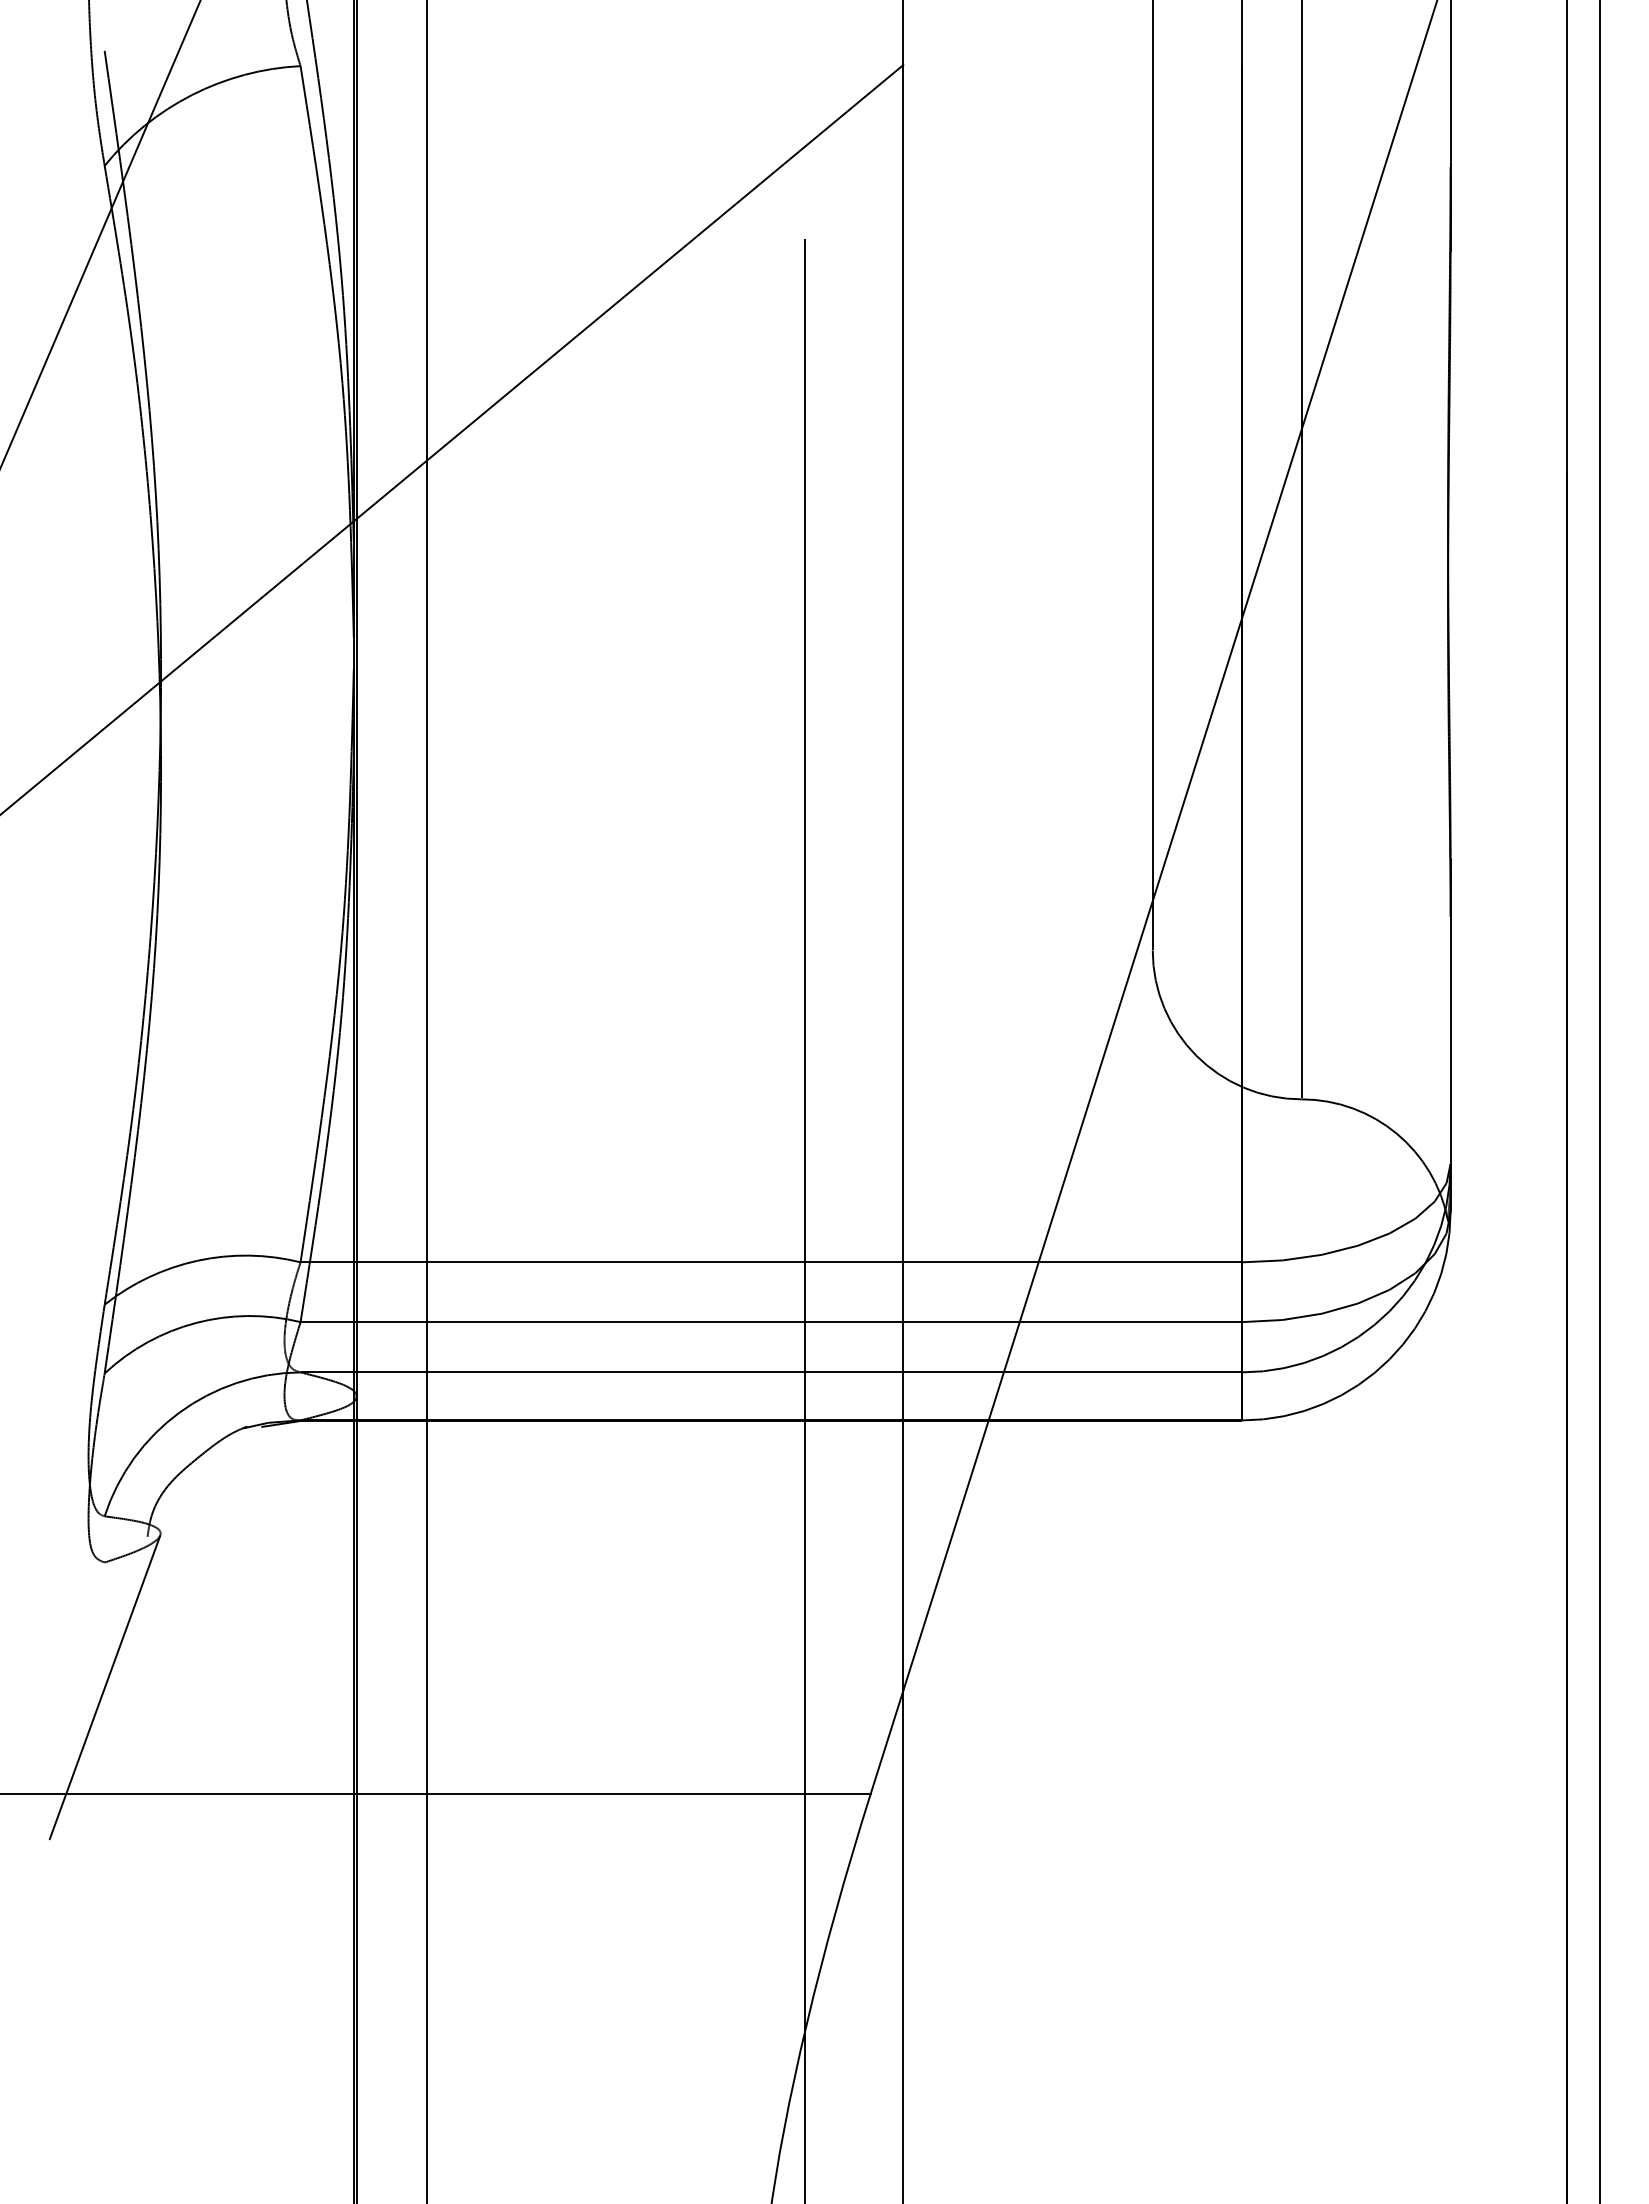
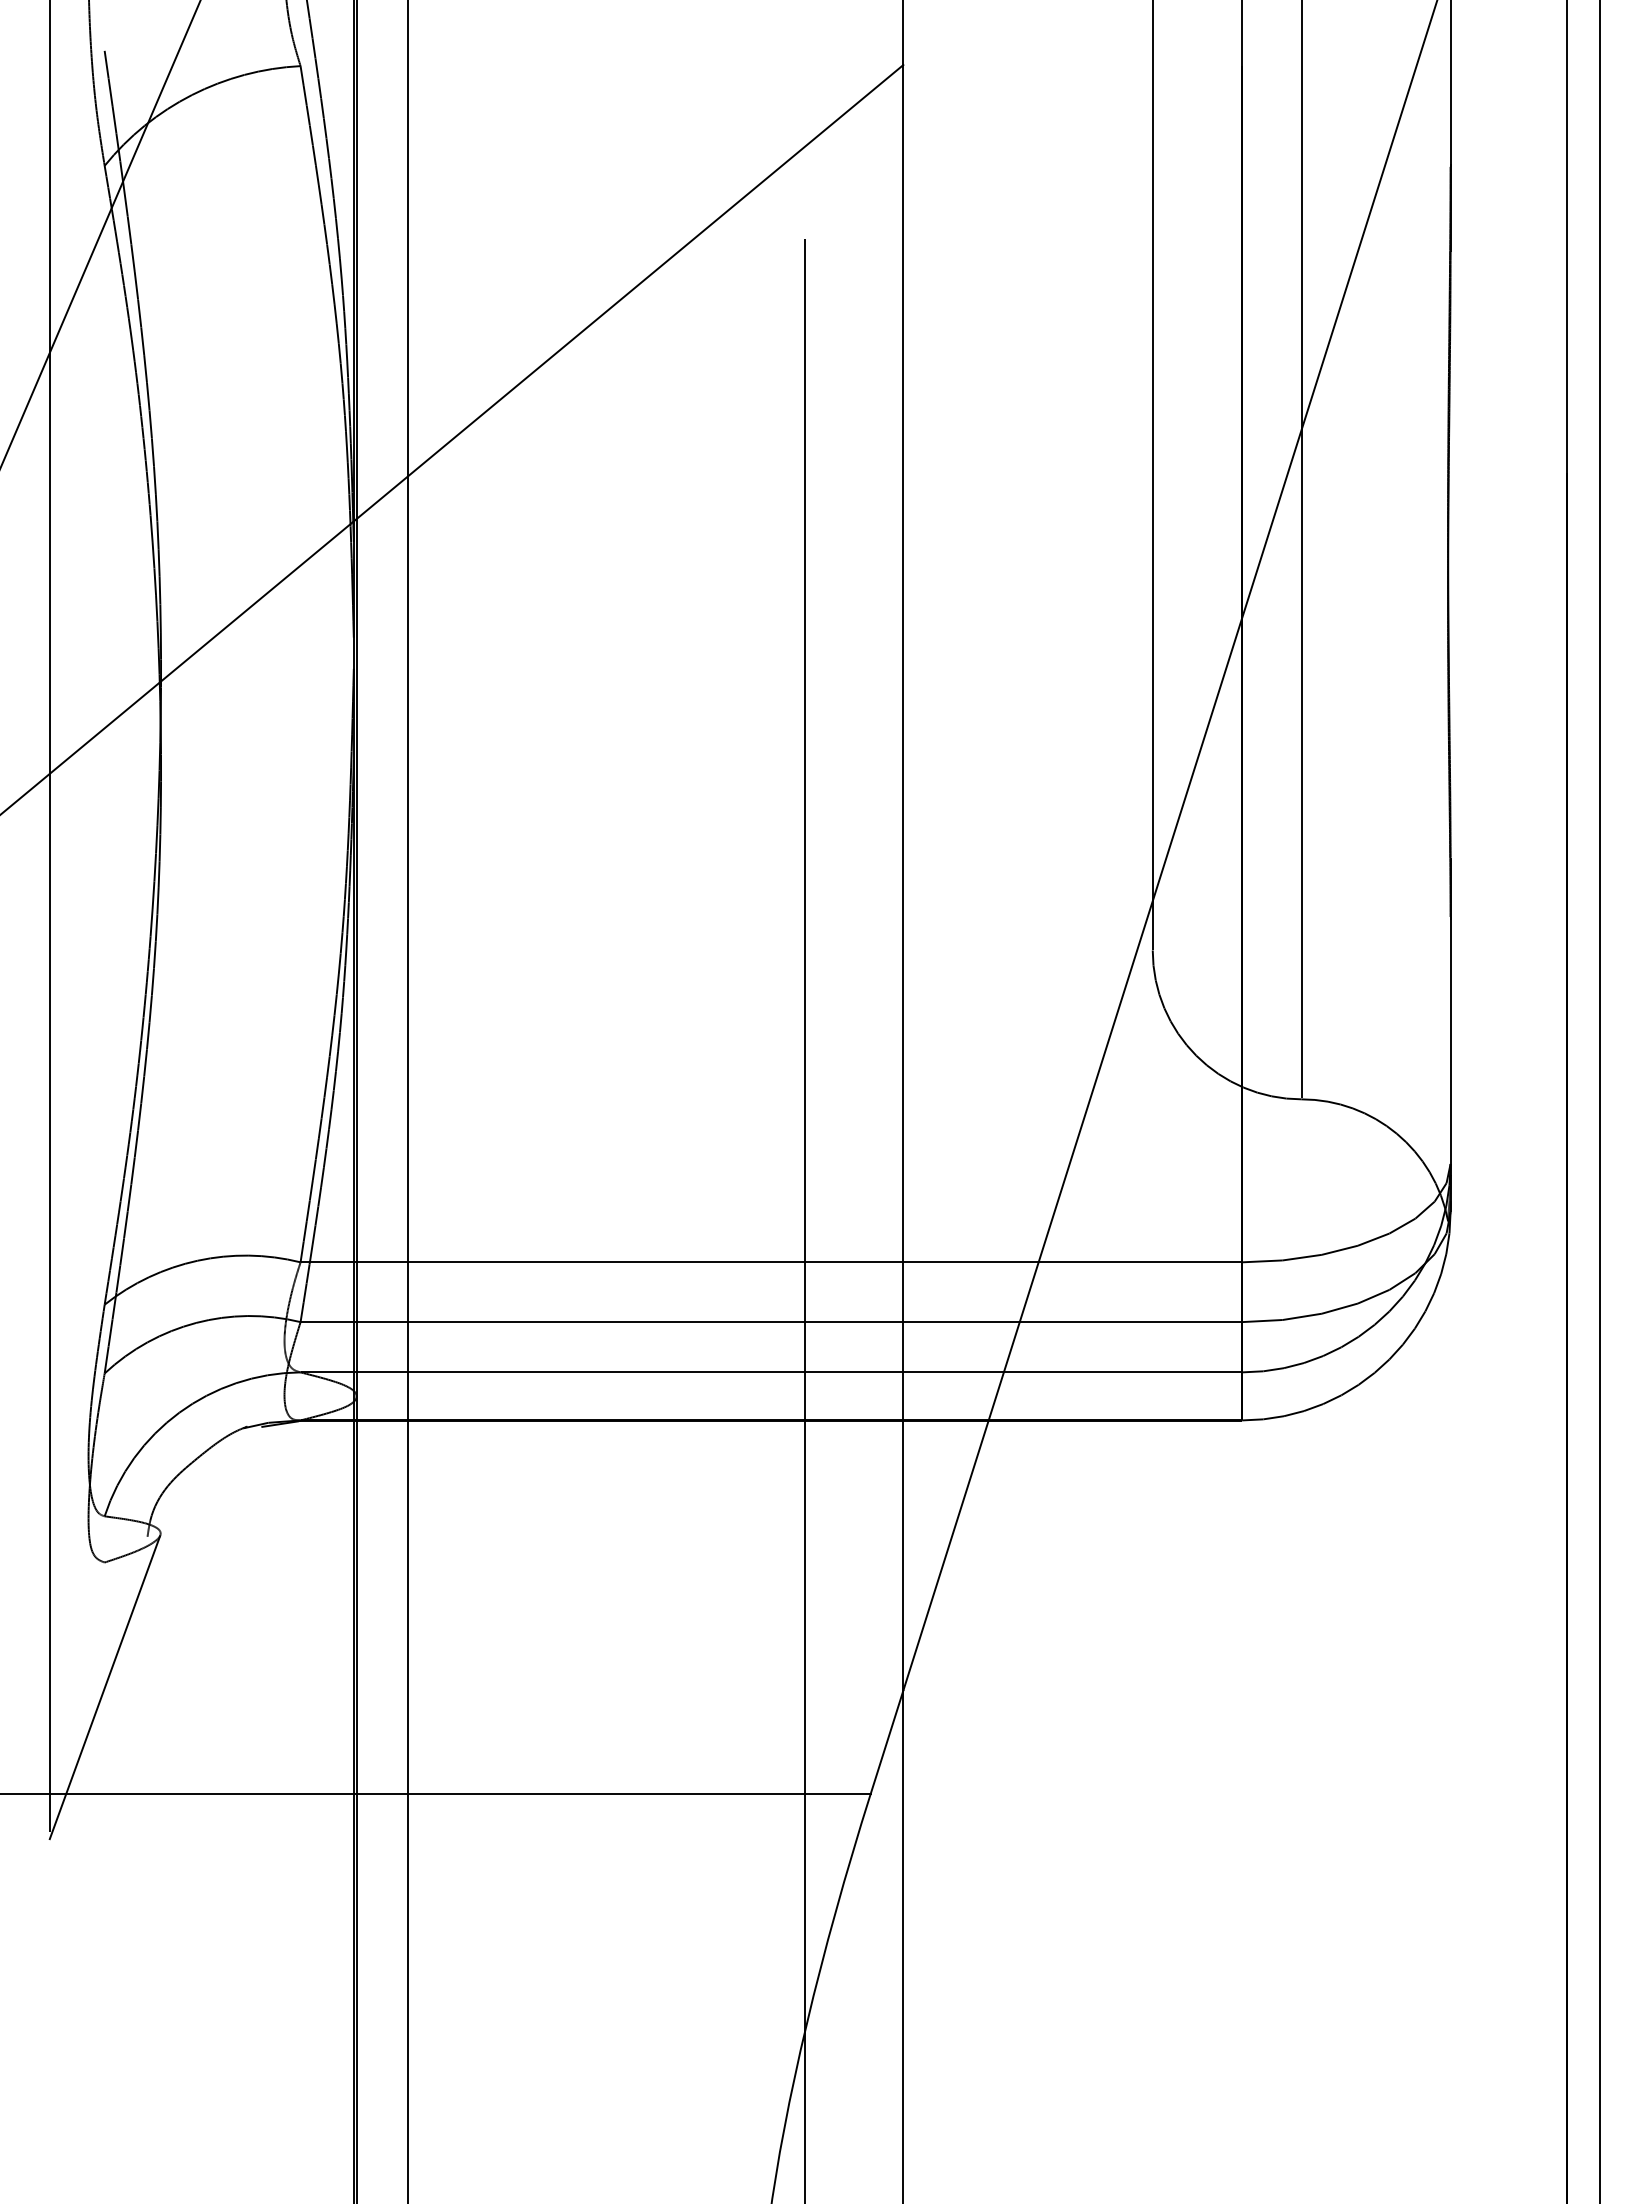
line at (49, 917): none -> present
line at (427, 1101) position: (427, 1101) -> (408, 1101)
